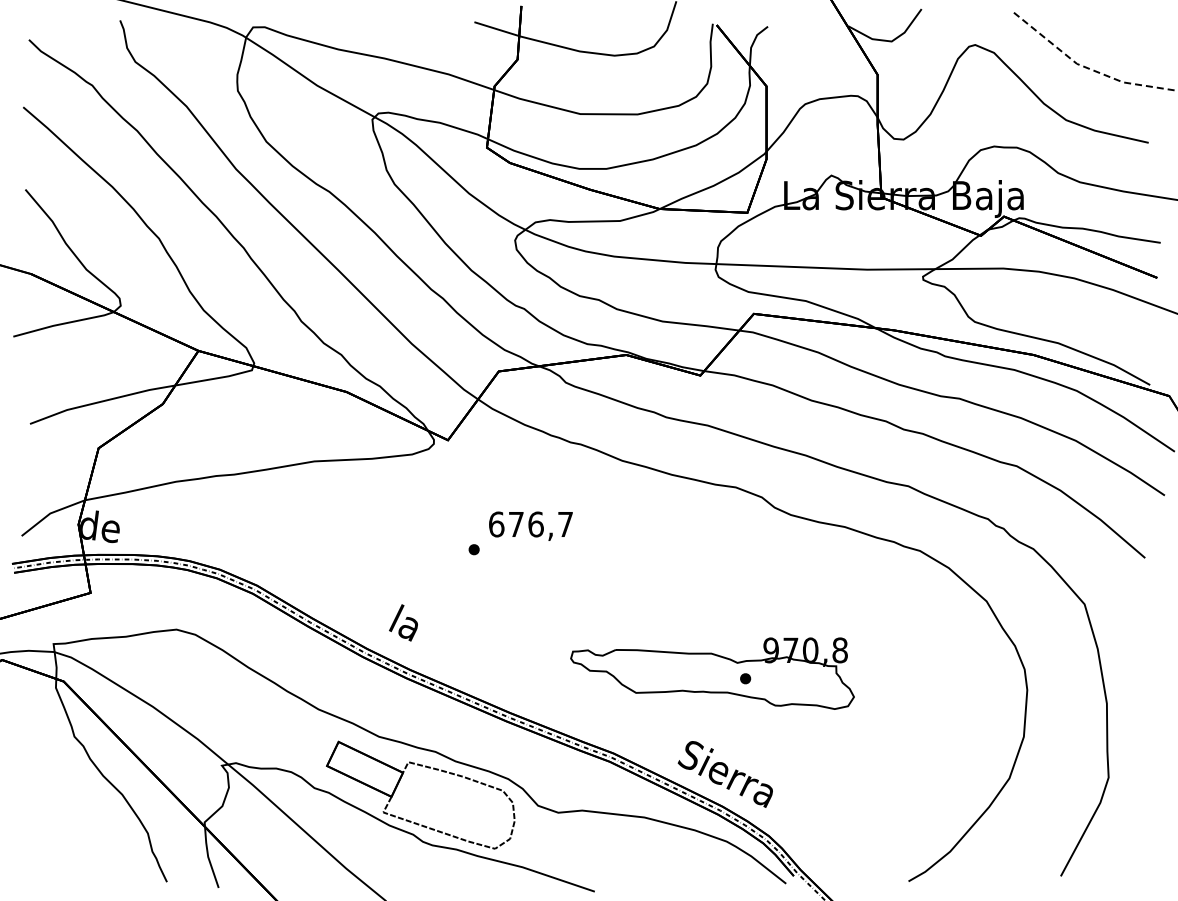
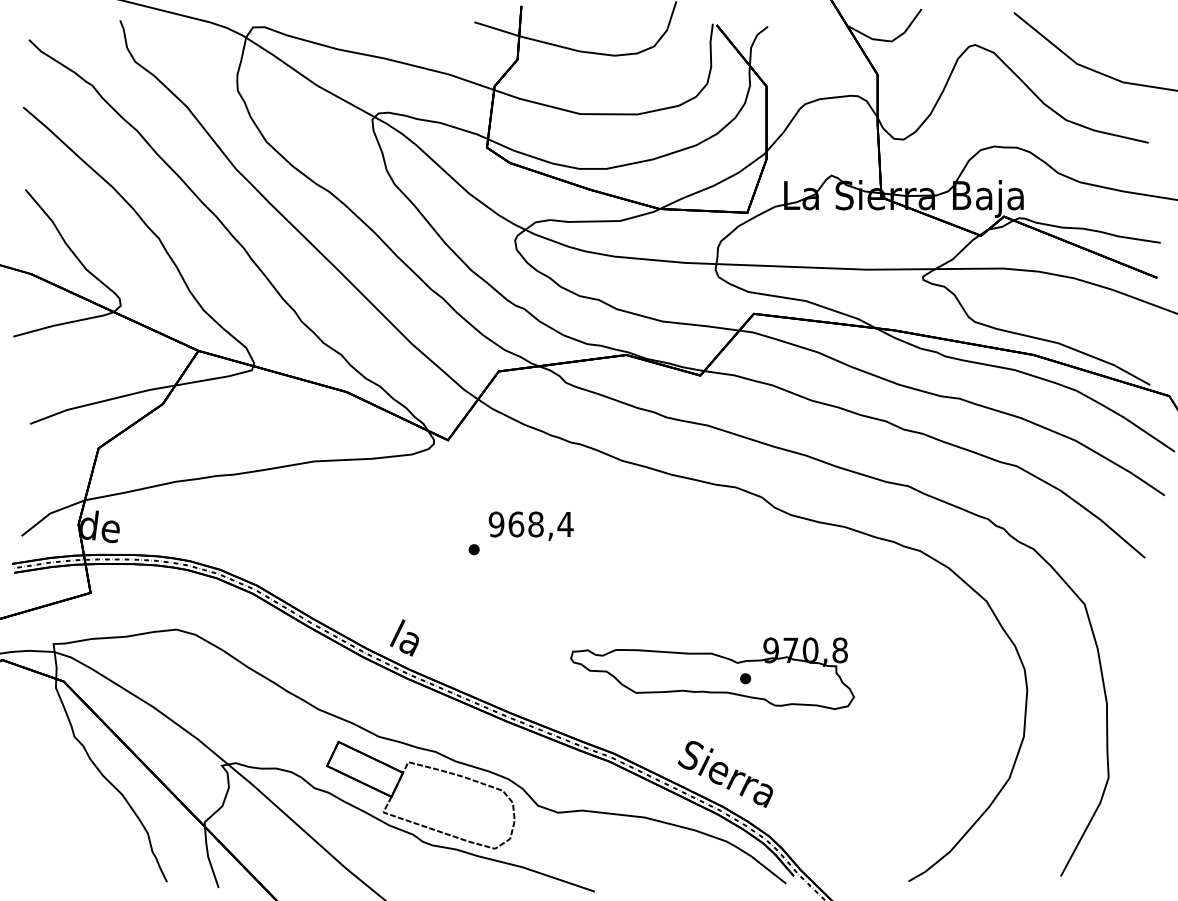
line at (1088, 68): dashed -> solid
text at (530, 524): 676,7 -> 968,4
text at (403, 622) position: (403, 622) -> (404, 637)
